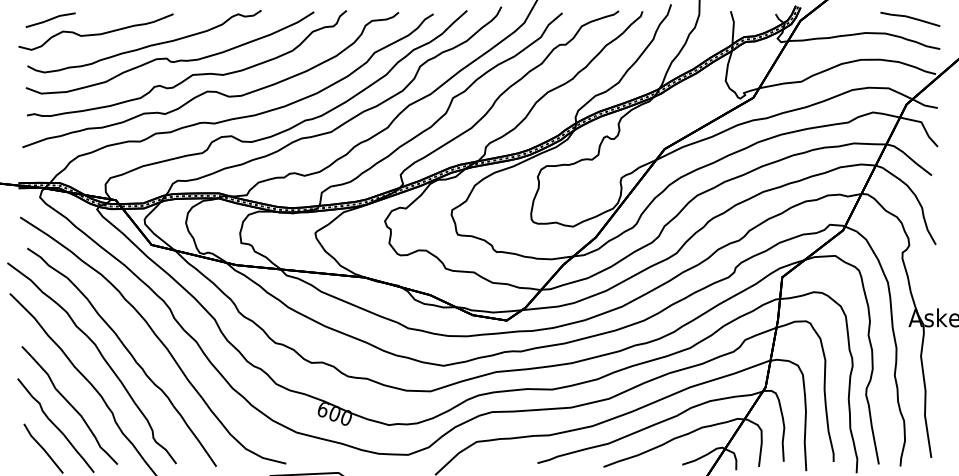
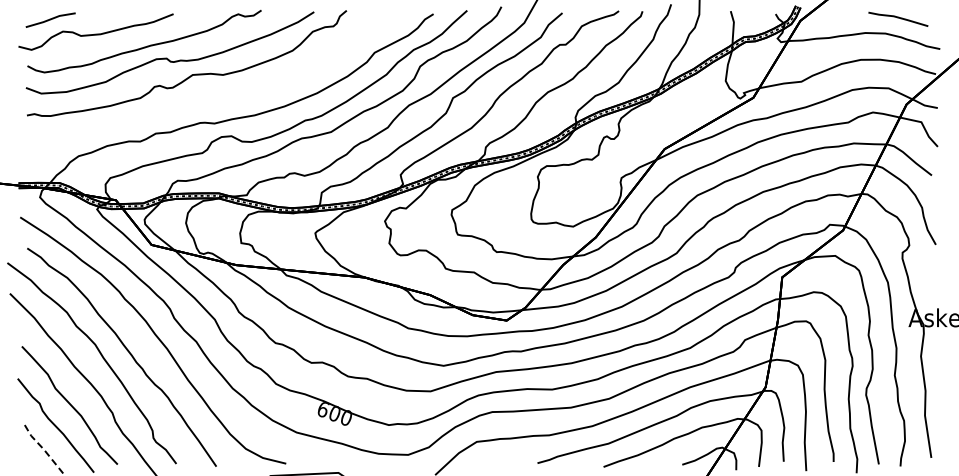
line at (910, 18) position: (910, 18) -> (898, 18)
curve at (210, 90): present -> none
line at (43, 448): solid -> dashed
